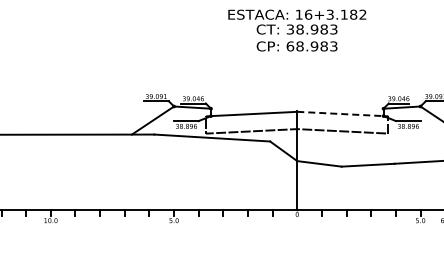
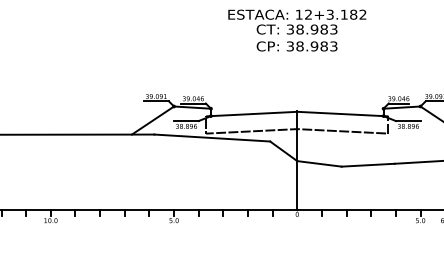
text at (308, 14): 16+3.182 -> 12+3.182
text at (290, 46): 68.983 -> 38.983
line at (340, 114): dashed -> solid
